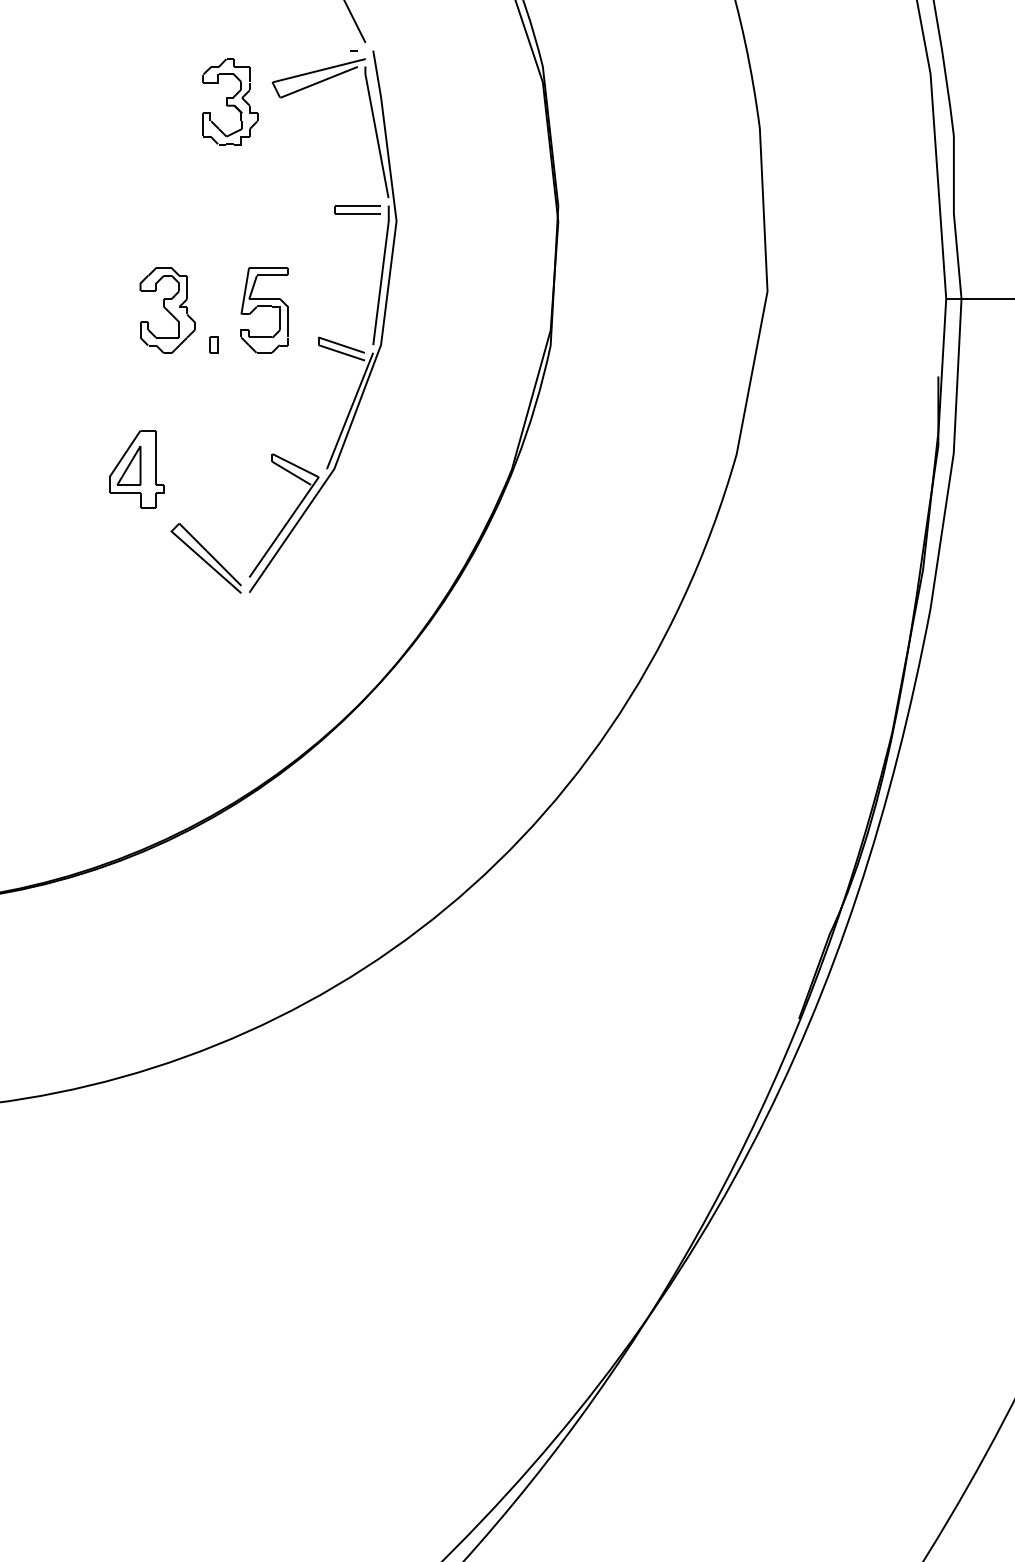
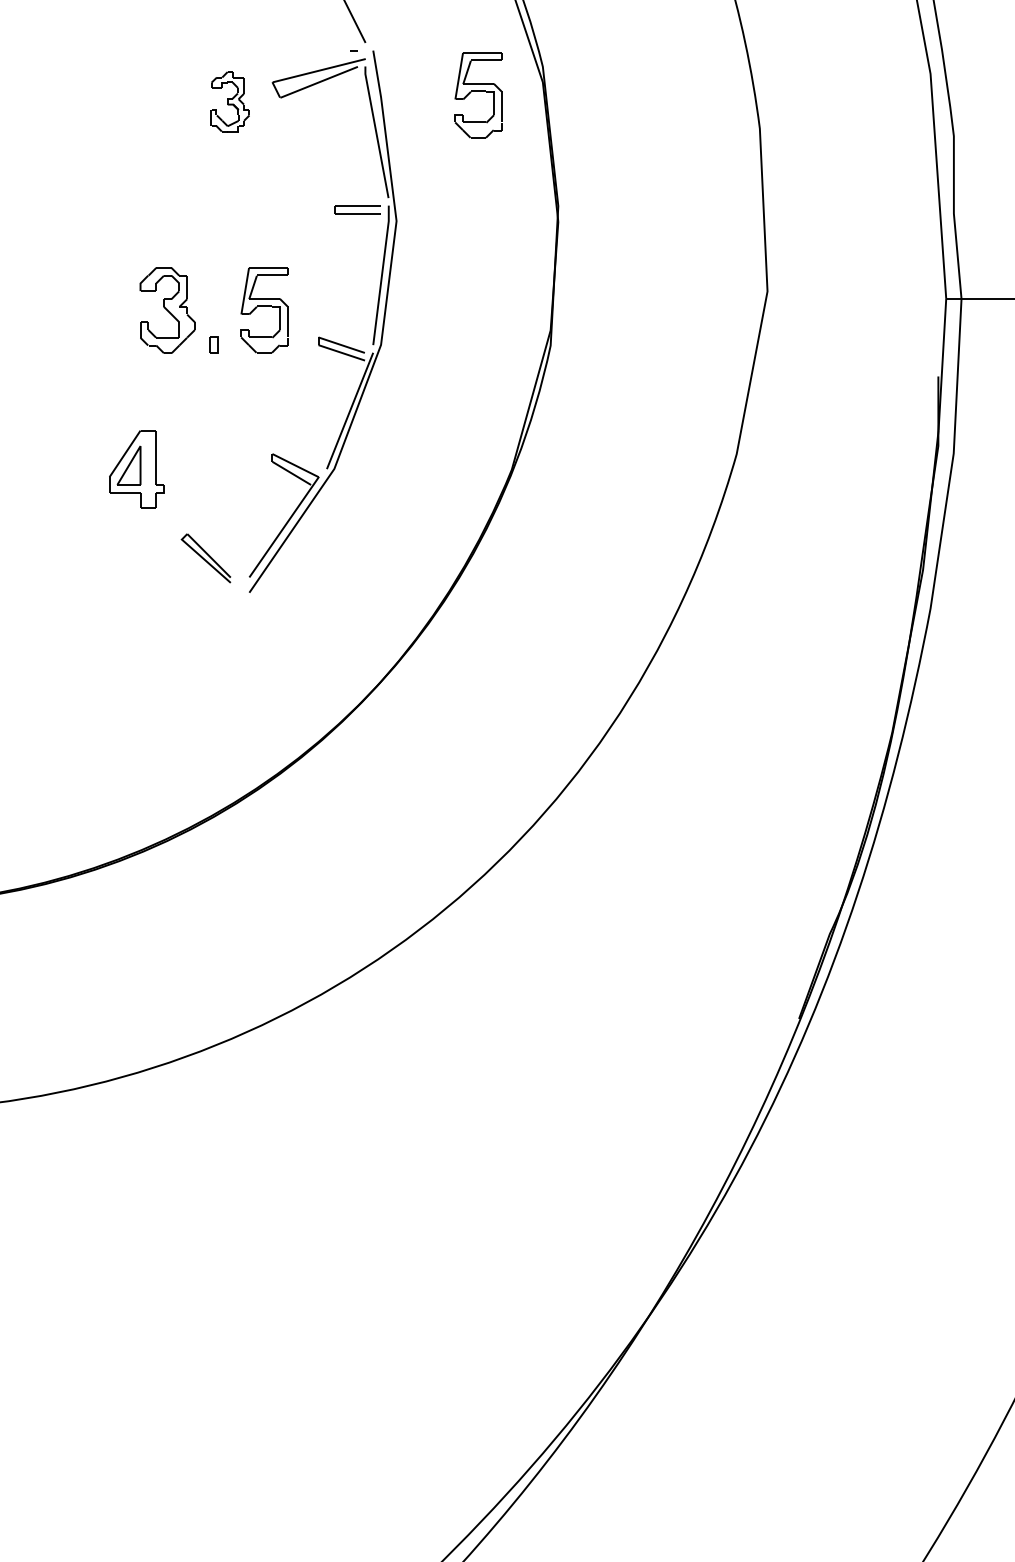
part at (478, 95): none -> present
part at (230, 101) size: 57x88 px -> 40x62 px
part at (205, 558) size: 72x71 px -> 52x51 px
